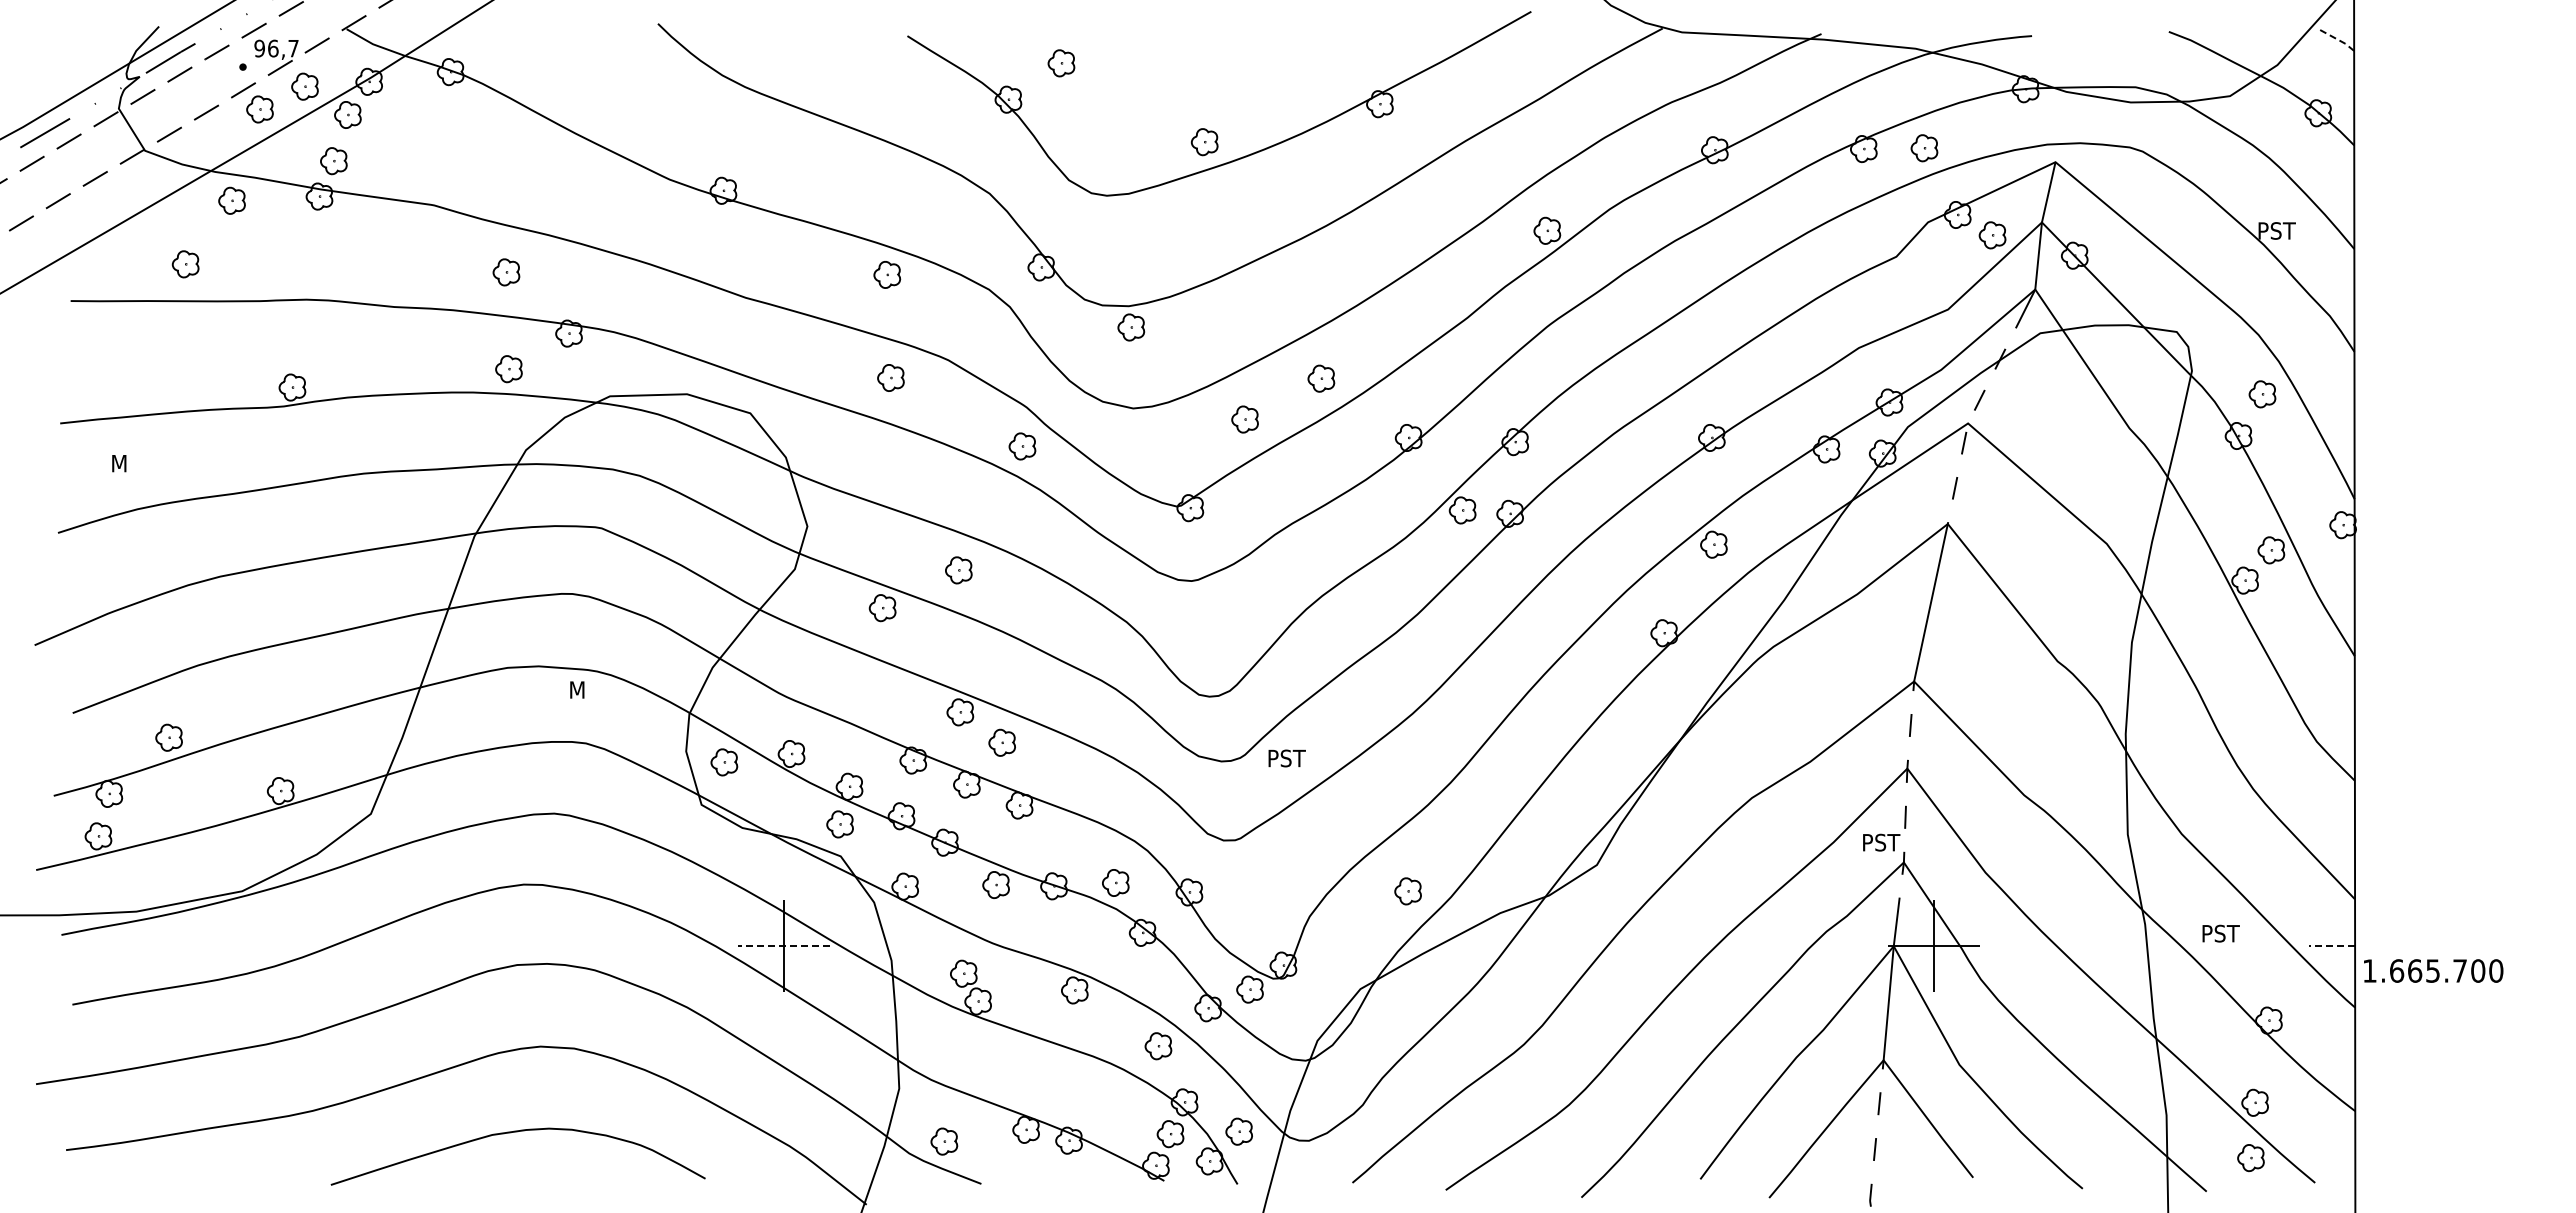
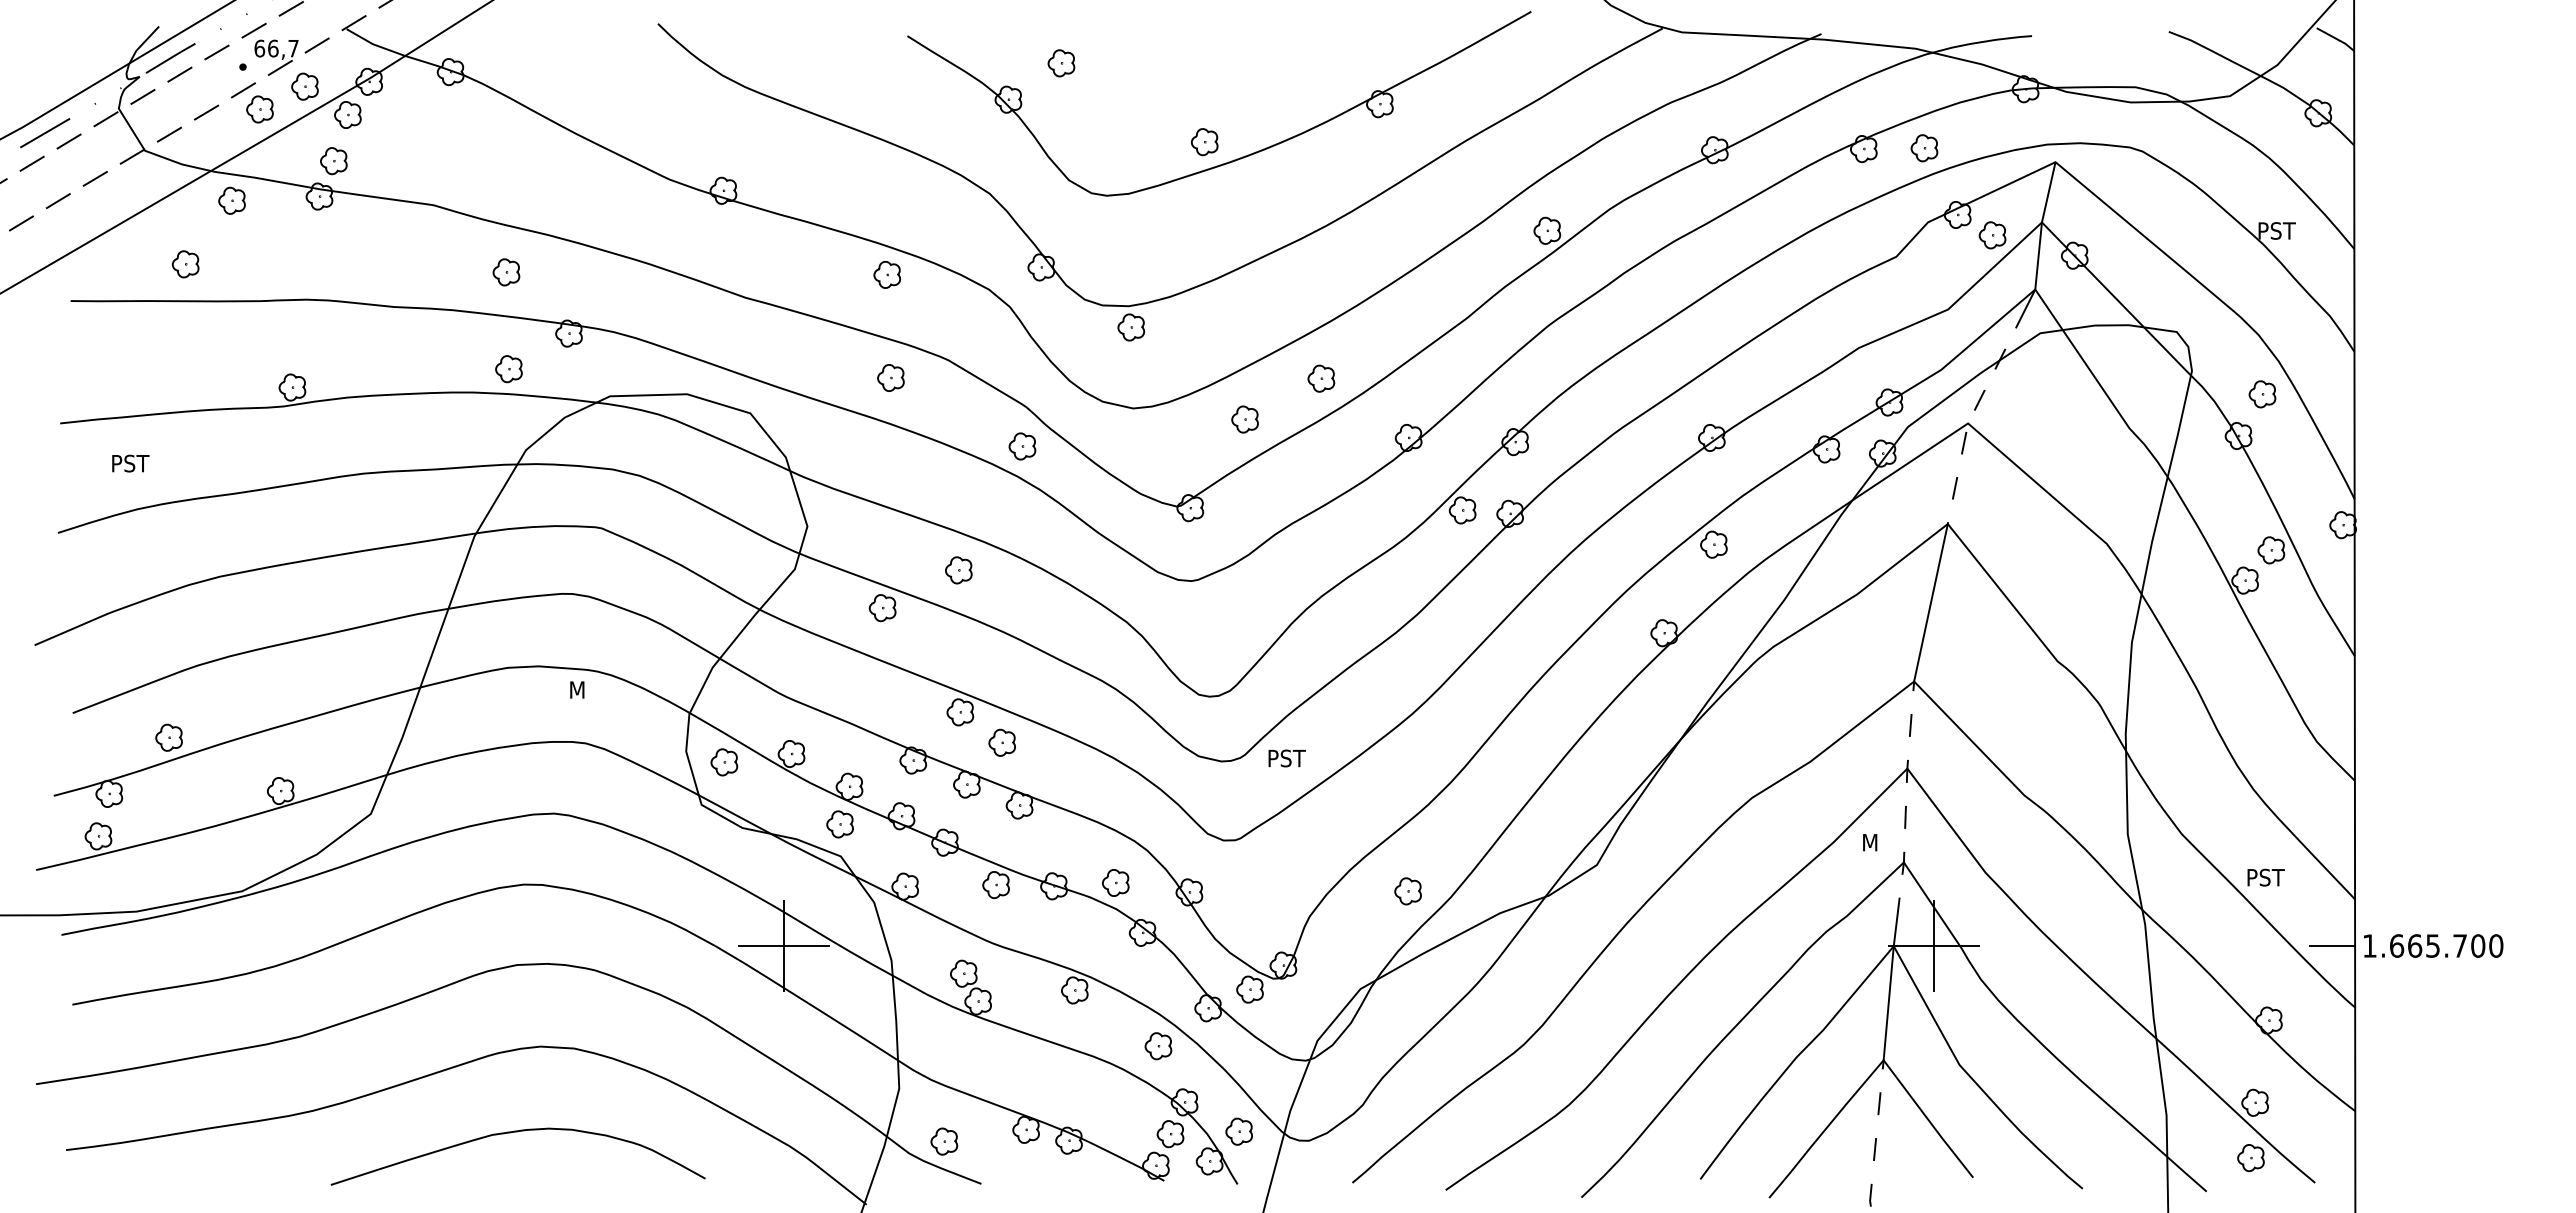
line at (2336, 39): dashed -> solid
text at (259, 48): 96,7 -> 66,7
text at (131, 463): M -> PST
text at (1882, 842): PST -> M
text at (2220, 933) position: (2220, 933) -> (2265, 877)
line at (783, 946): dashed -> solid
line at (2331, 946): dashed -> solid
text at (2433, 970) position: (2433, 970) -> (2433, 945)
